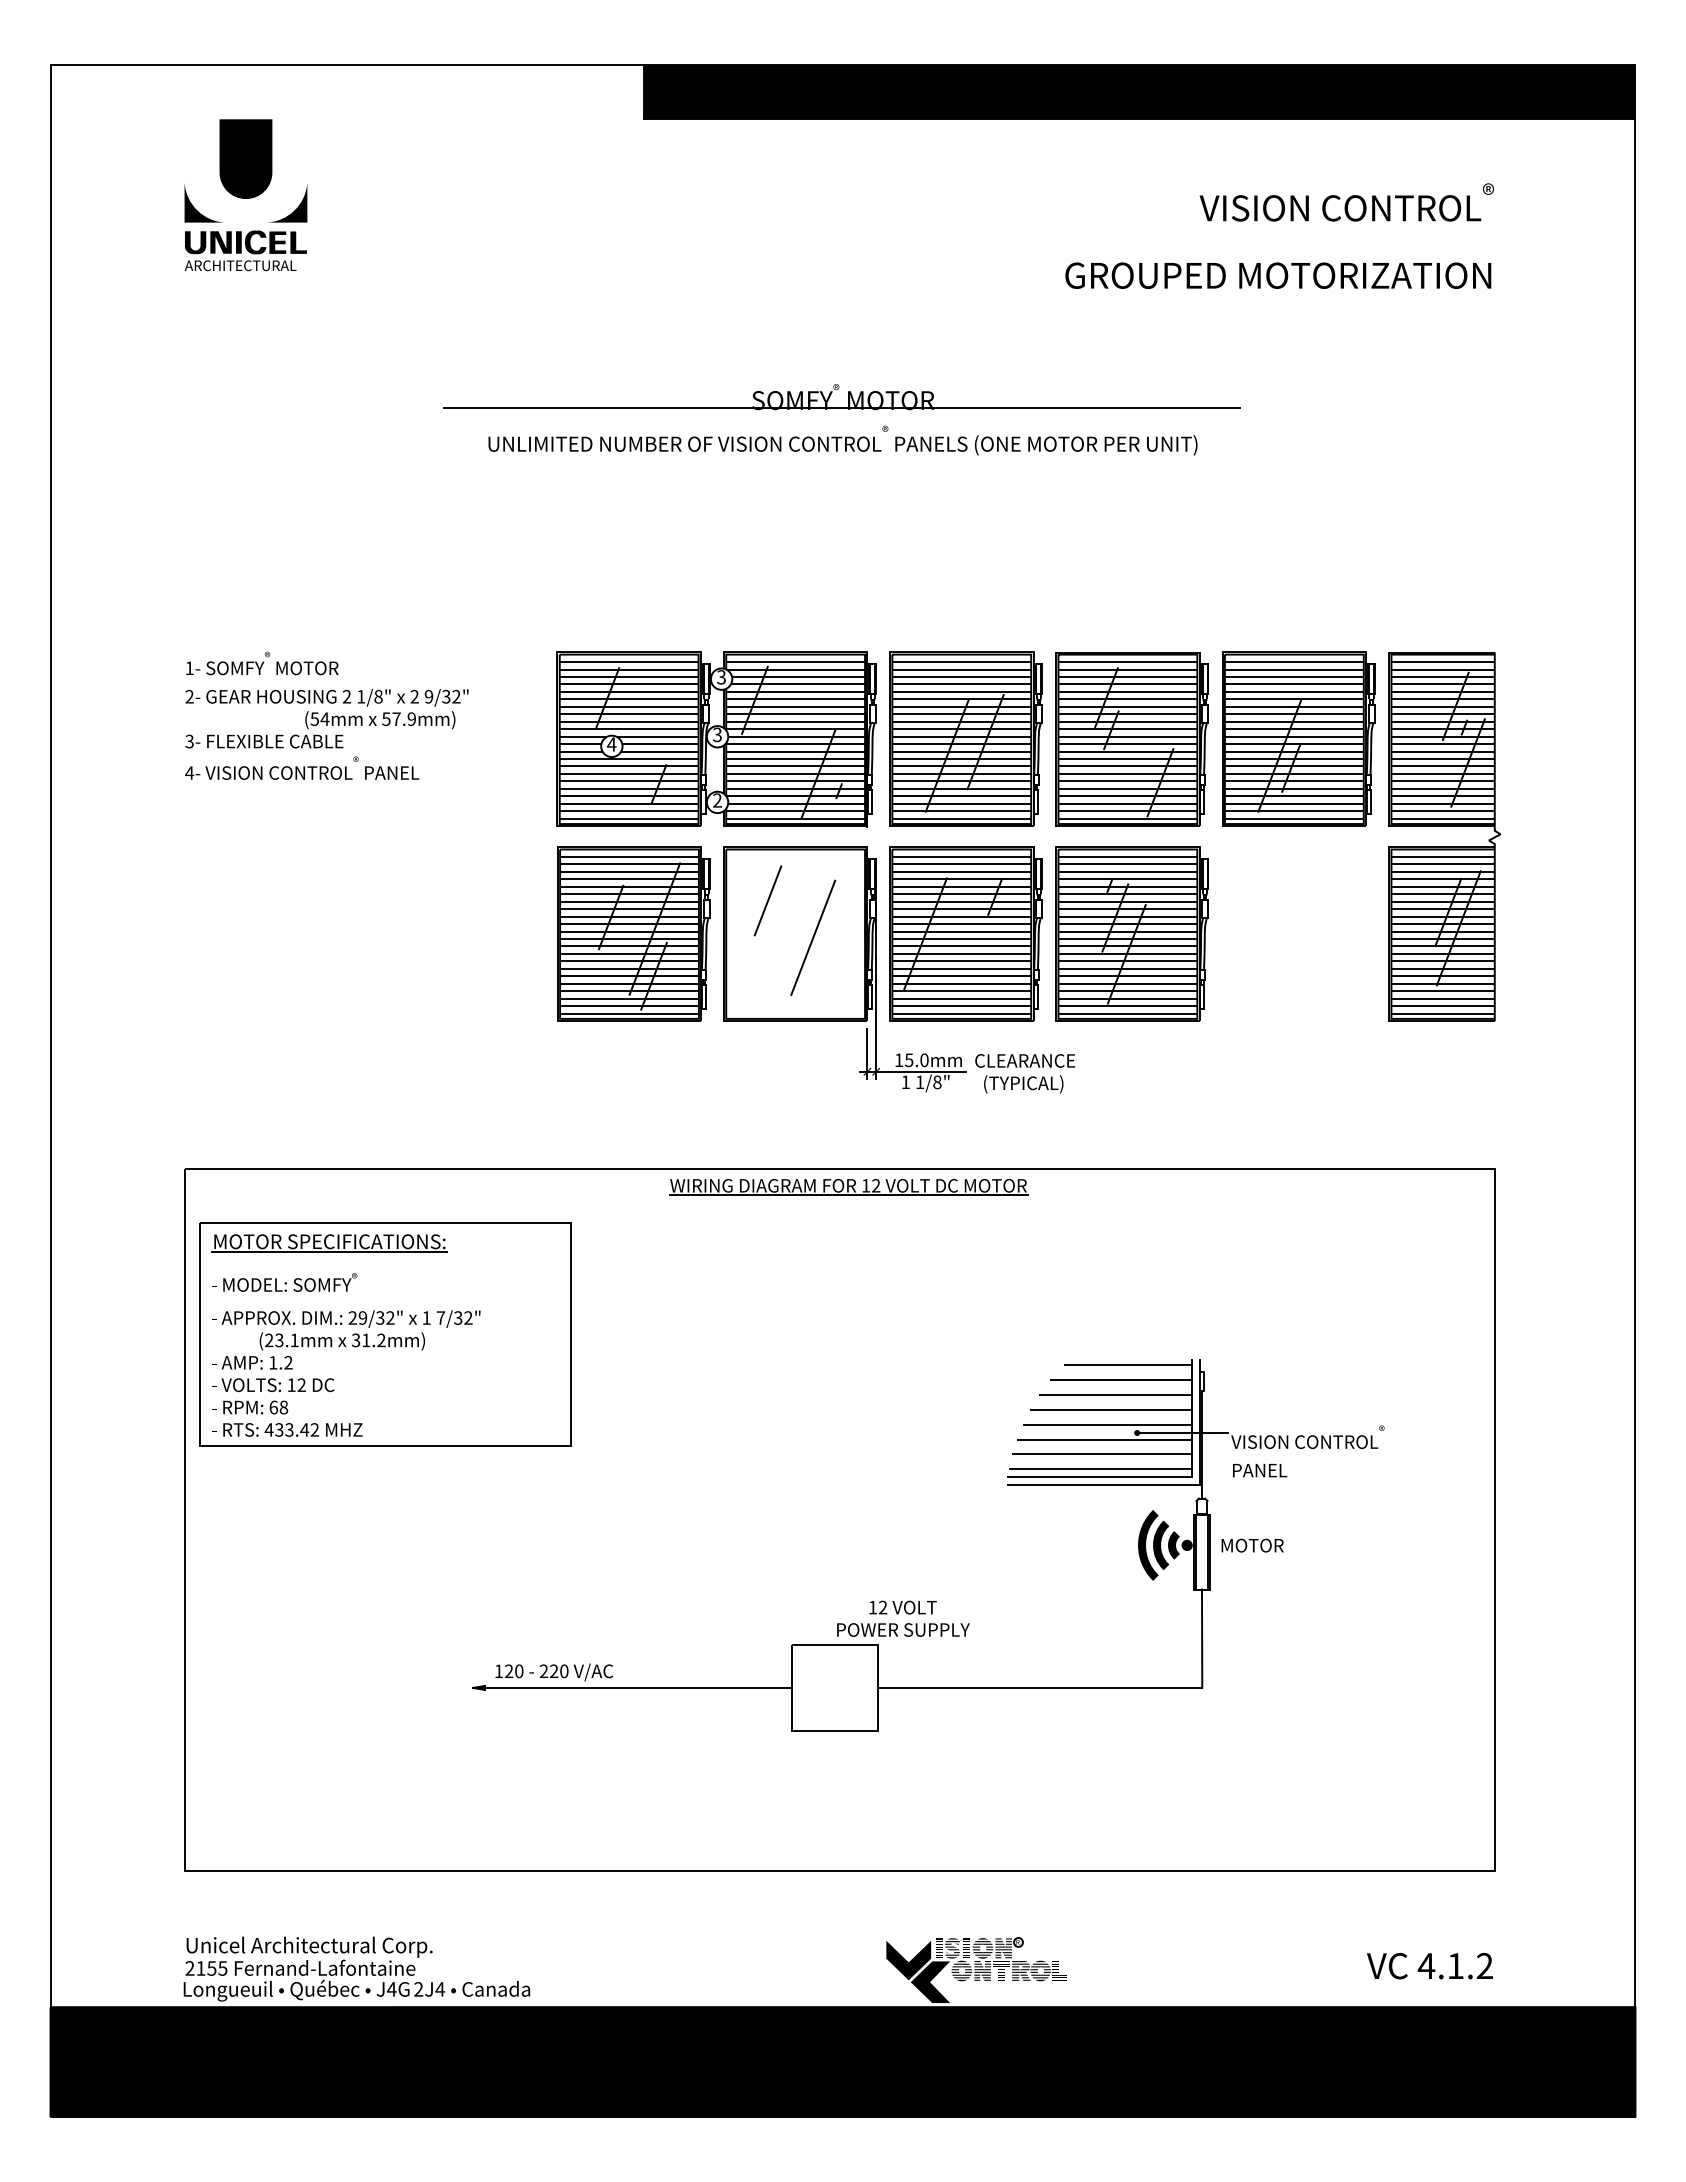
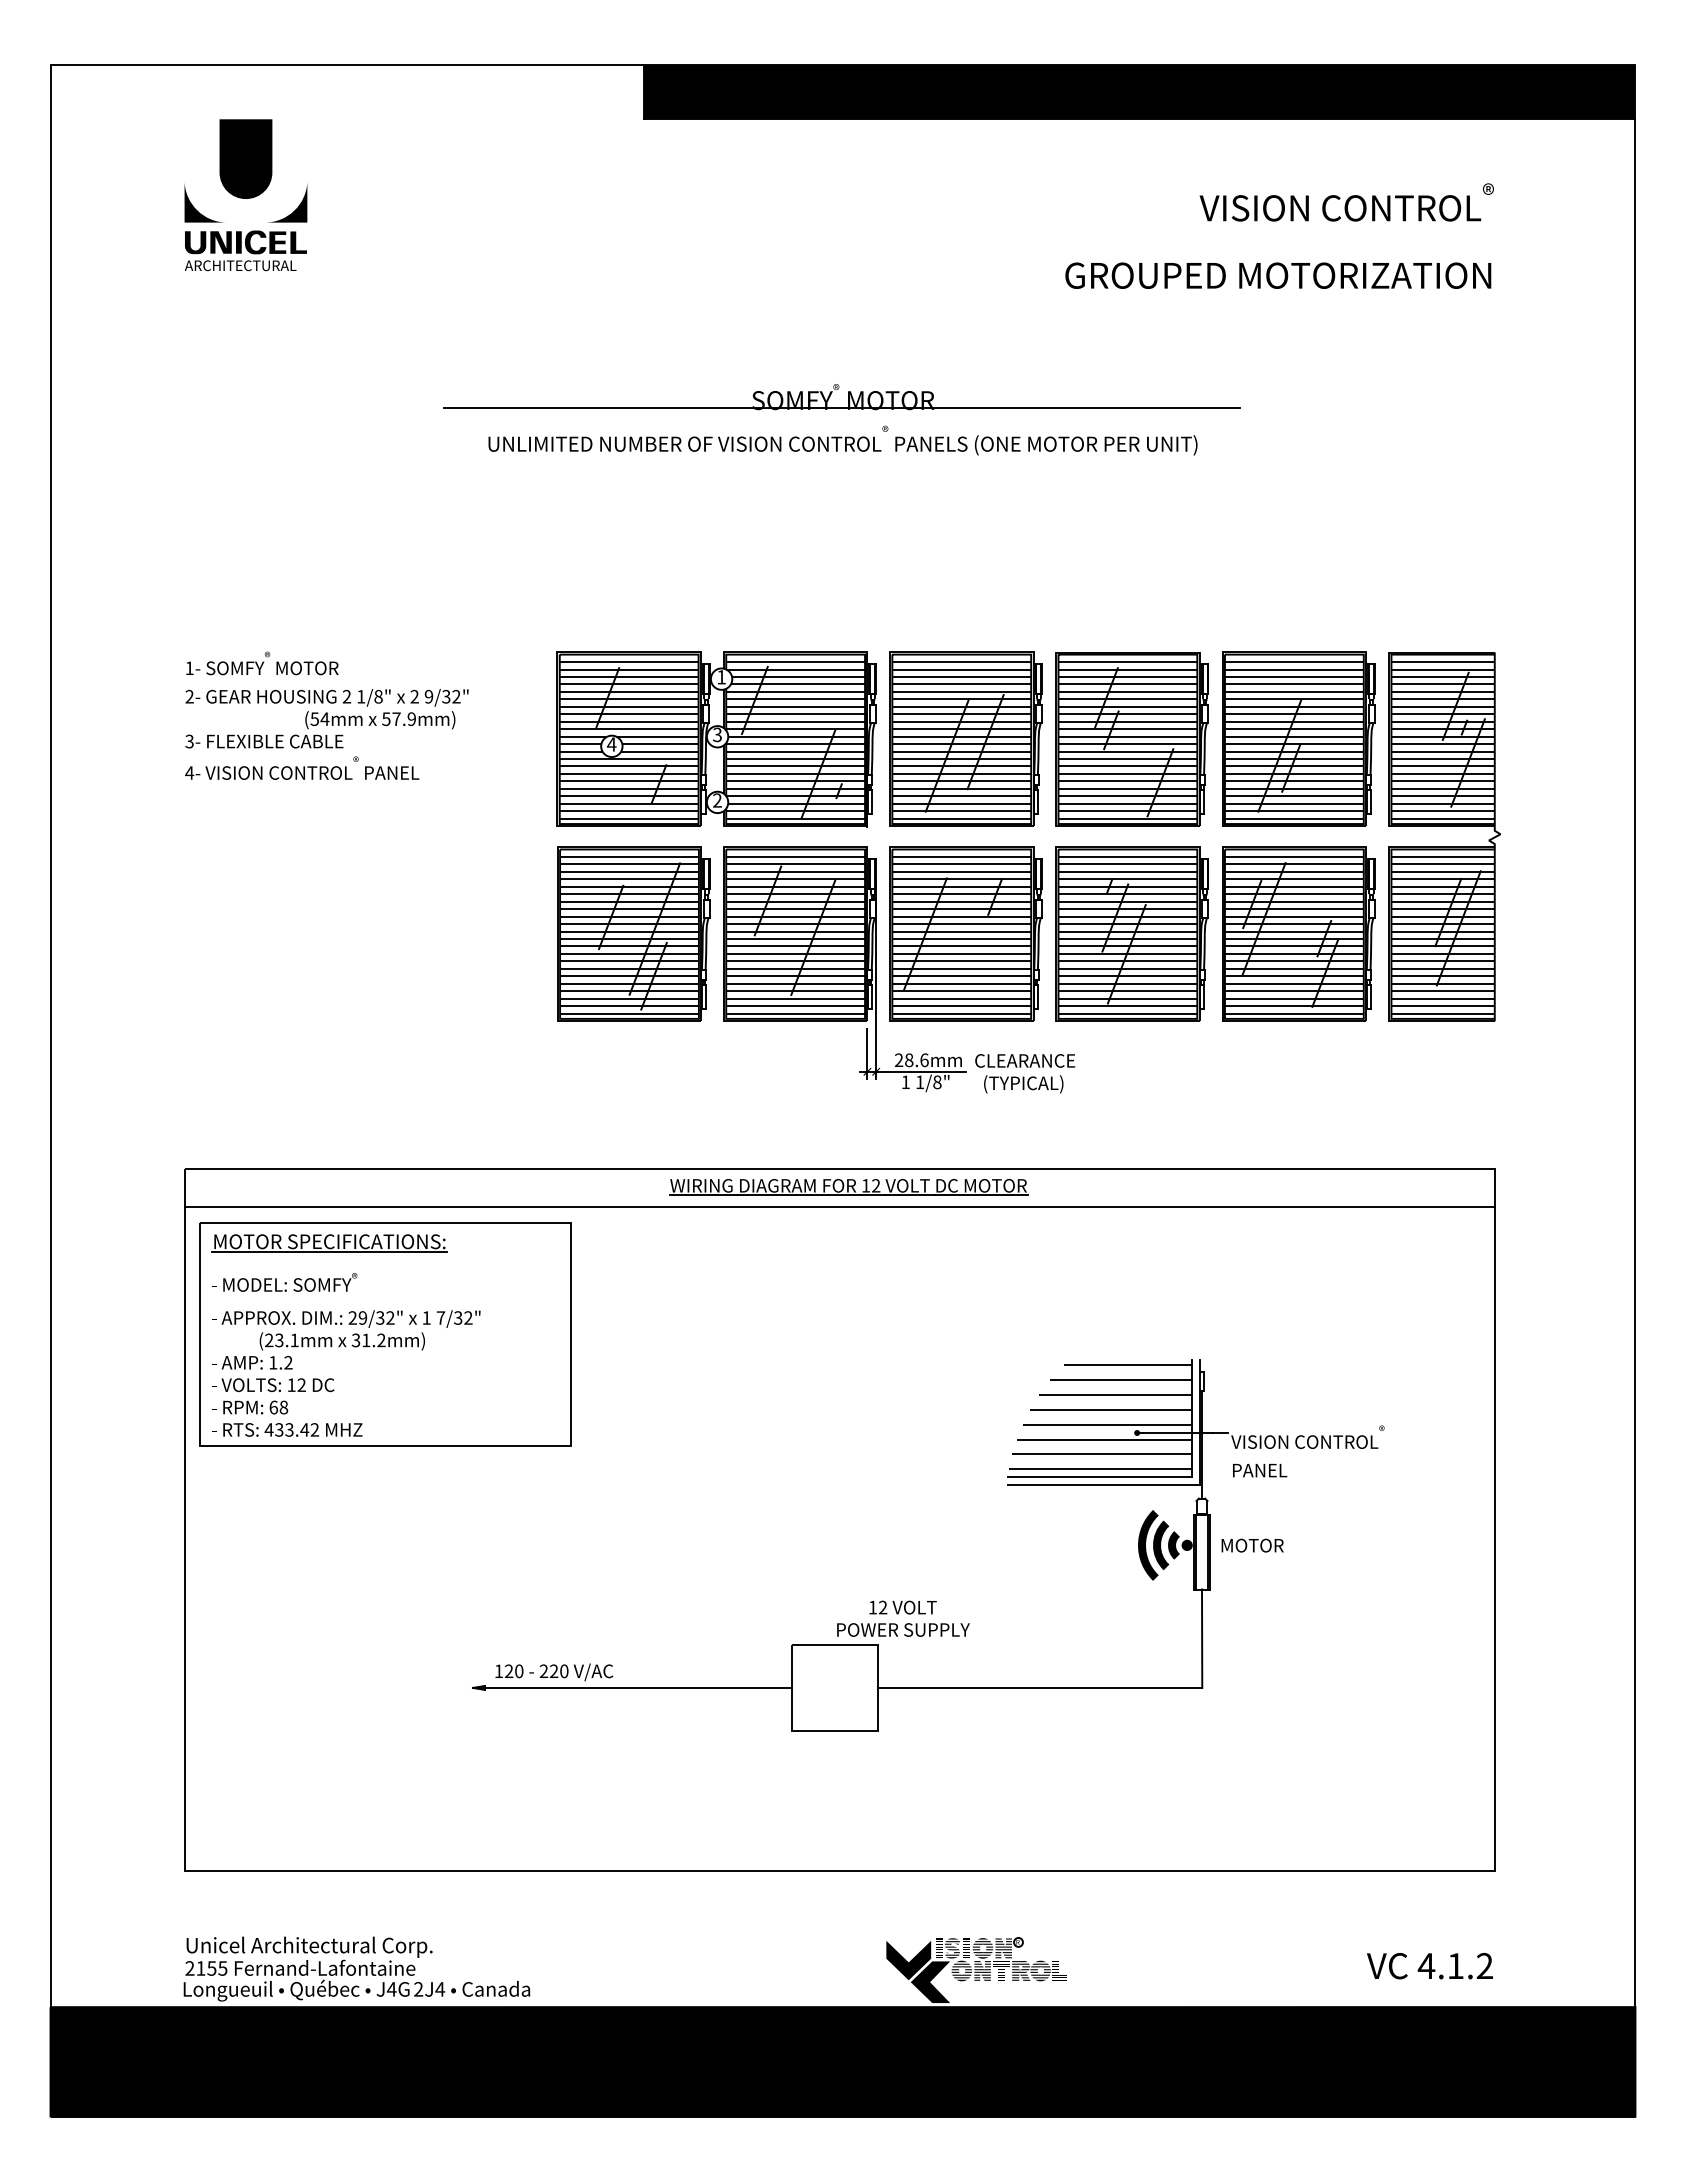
text at (721, 677): 3 -> 1
part at (1298, 933): none -> present
hatch at (795, 934): none -> present
text at (911, 1059): 15.0mm -> 28.6mm
line at (839, 1206): none -> present
